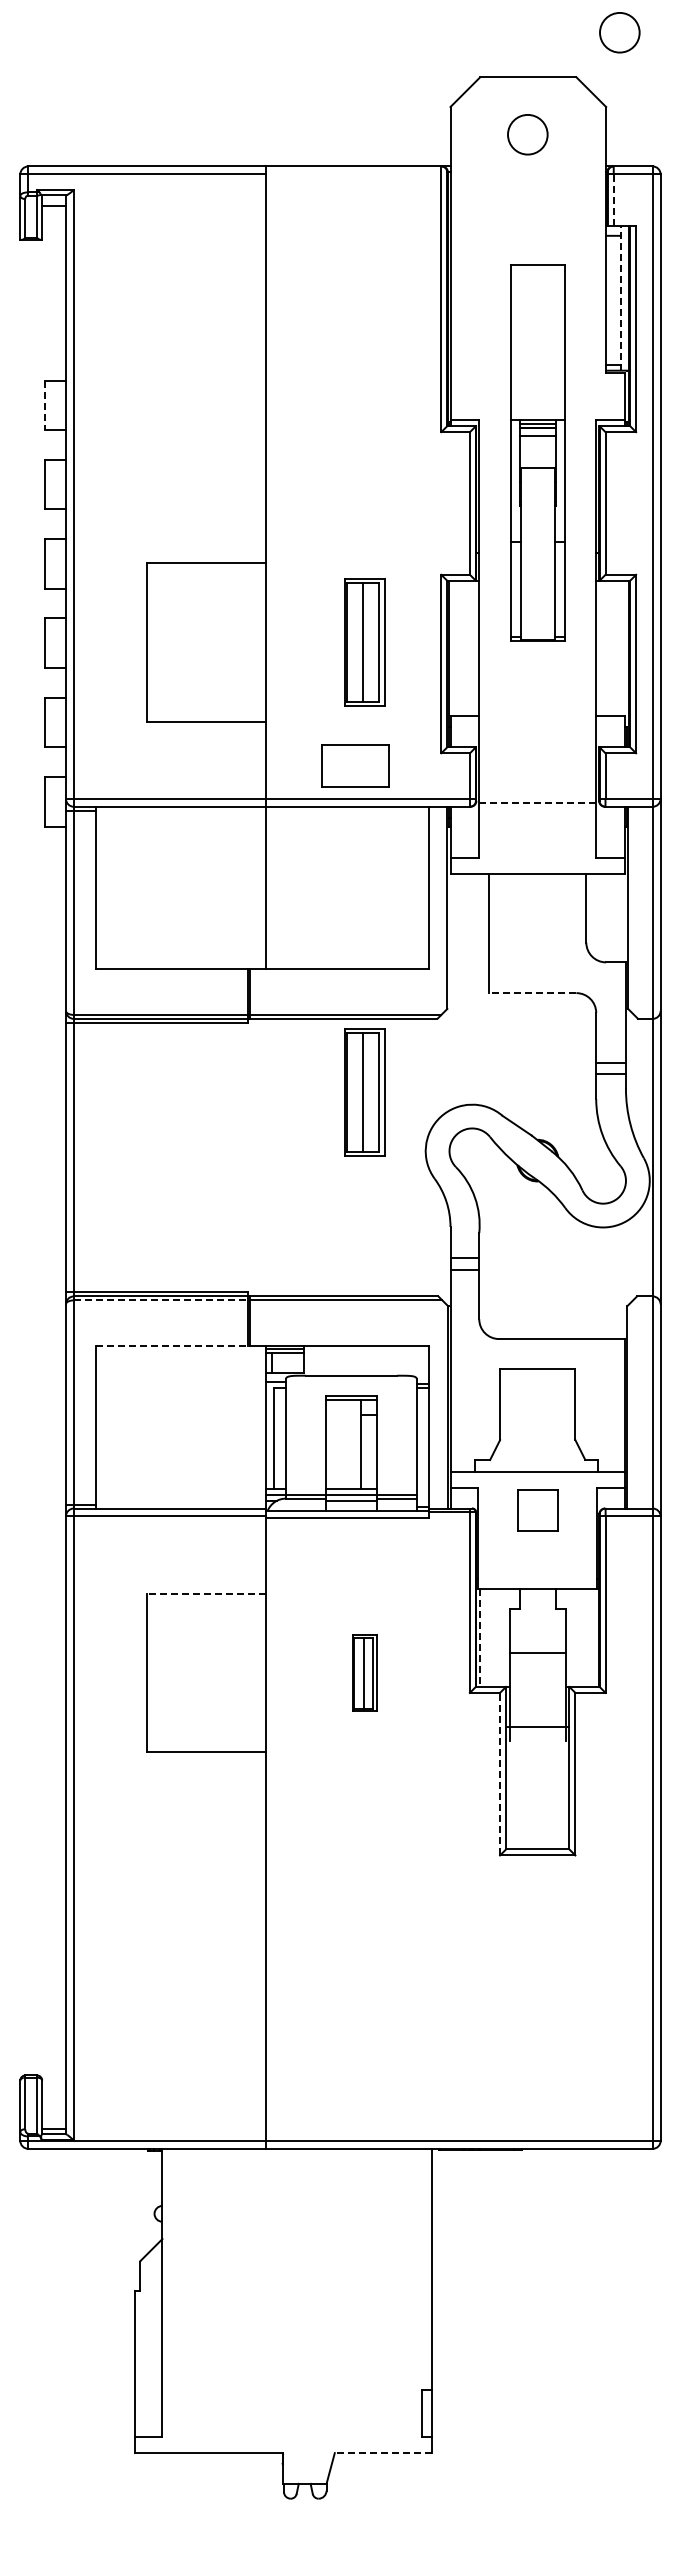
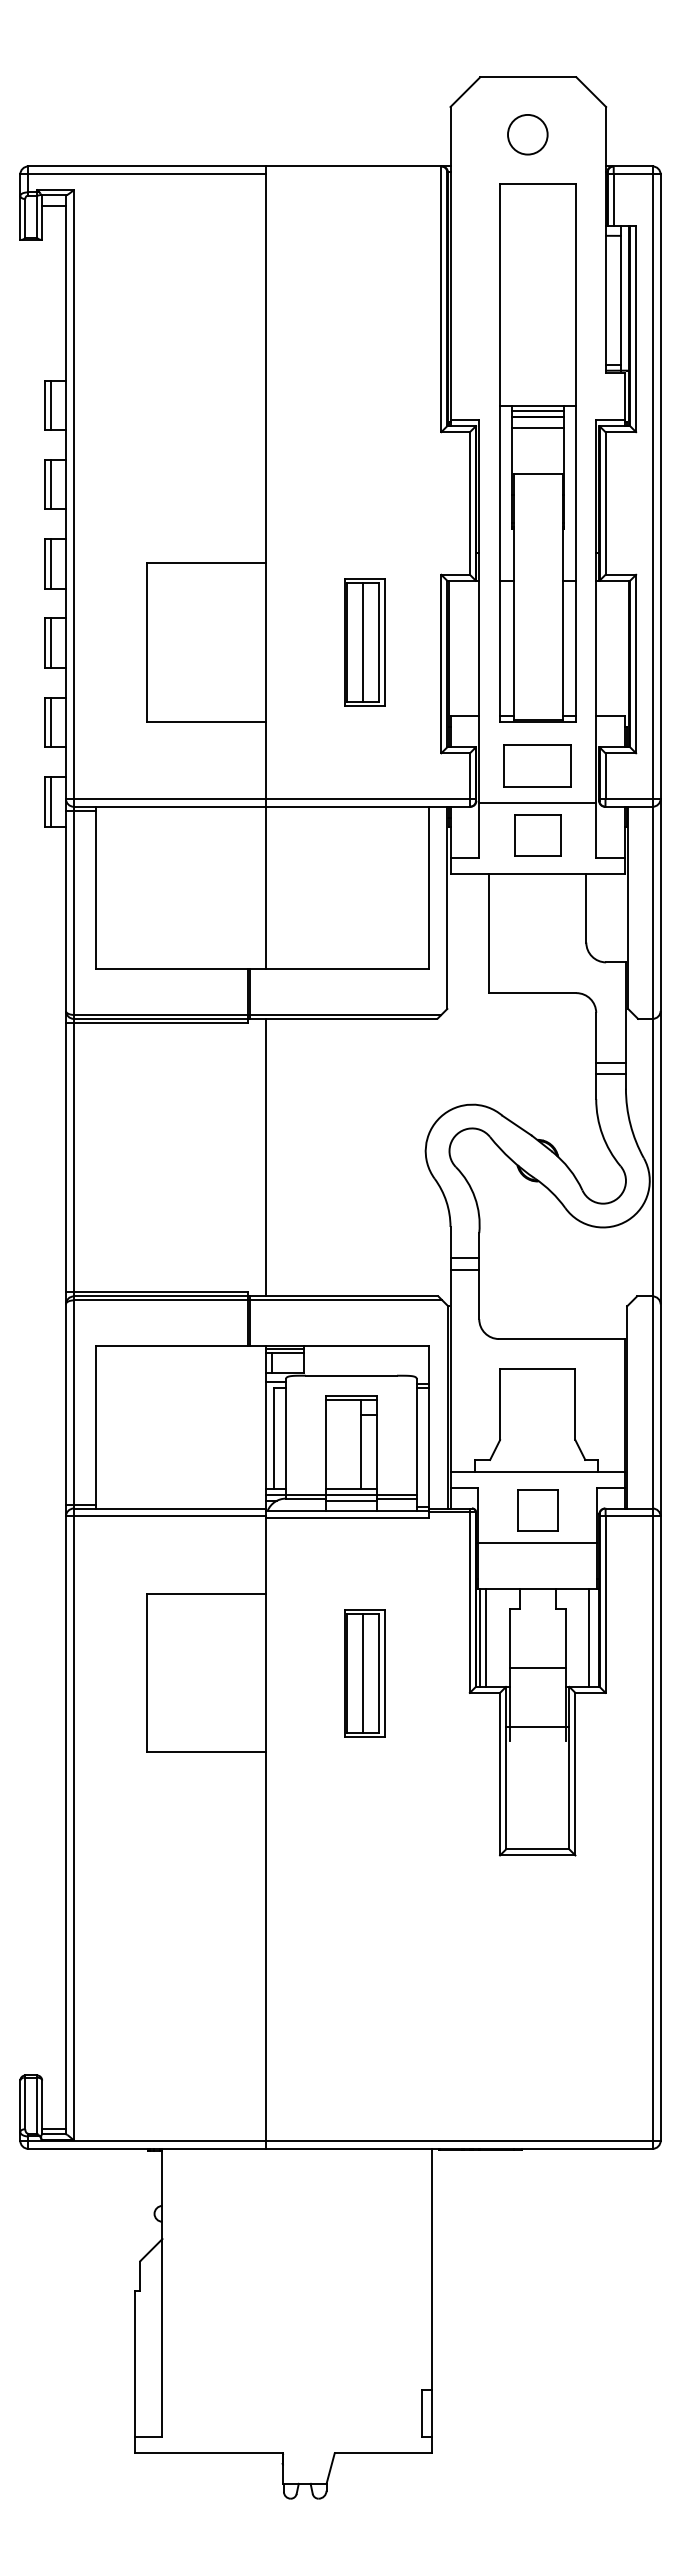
circle at (619, 32): present -> none
line at (613, 200): dashed -> solid
line at (620, 297): dashed -> solid
line at (45, 405): dashed -> solid
line at (50, 405): none -> present
part at (537, 452) size: 56x378 px -> 78x540 px
line at (50, 484): none -> present
line at (50, 563): none -> present
line at (50, 643): none -> present
line at (50, 722): none -> present
part at (355, 765) position: (355, 765) -> (537, 765)
line at (50, 801): none -> present
line at (537, 802): dashed -> solid
part at (537, 835): none -> present
line at (532, 993): dashed -> solid
part at (364, 1092): present -> none
line at (266, 1157): none -> present
line at (161, 1300): dashed -> solid
line at (172, 1345): dashed -> solid
line at (537, 1543): none -> present
line at (206, 1593): dashed -> solid
line at (486, 1637): none -> present
line at (589, 1637): none -> present
line at (480, 1638): dashed -> solid
line at (537, 1653) position: (537, 1653) -> (537, 1668)
part at (364, 1672) size: 26x78 px -> 42x129 px
line at (500, 1773): dashed -> solid
line at (383, 2453): dashed -> solid
